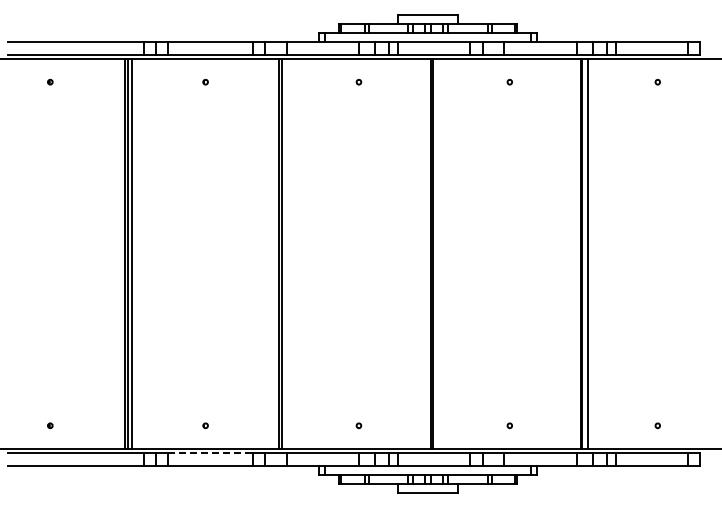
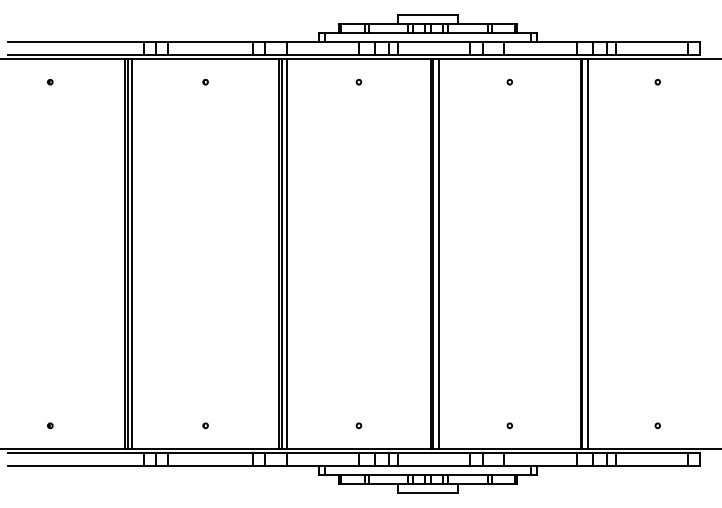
line at (286, 253): none -> present
line at (438, 253): none -> present
line at (210, 453): dashed -> solid
